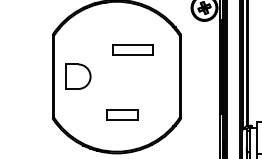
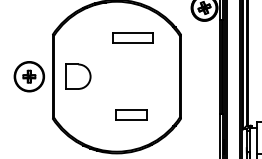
part at (132, 49) position: (132, 49) -> (132, 37)
part at (28, 76): none -> present
part at (122, 114) position: (122, 114) -> (131, 114)
